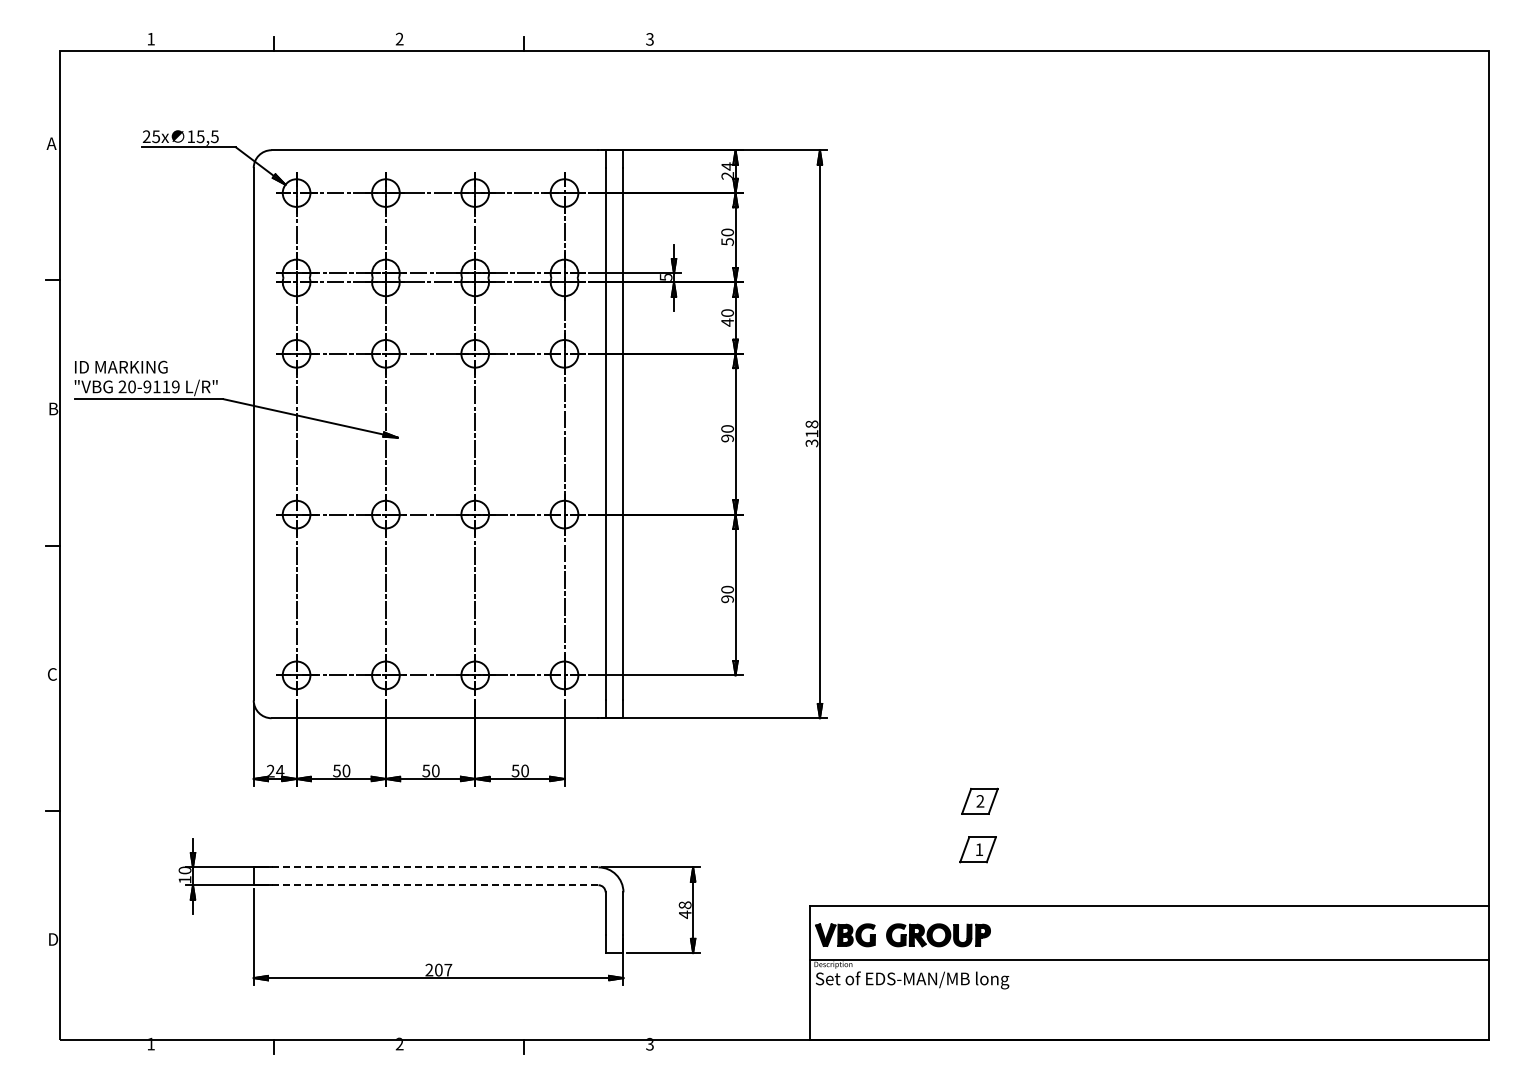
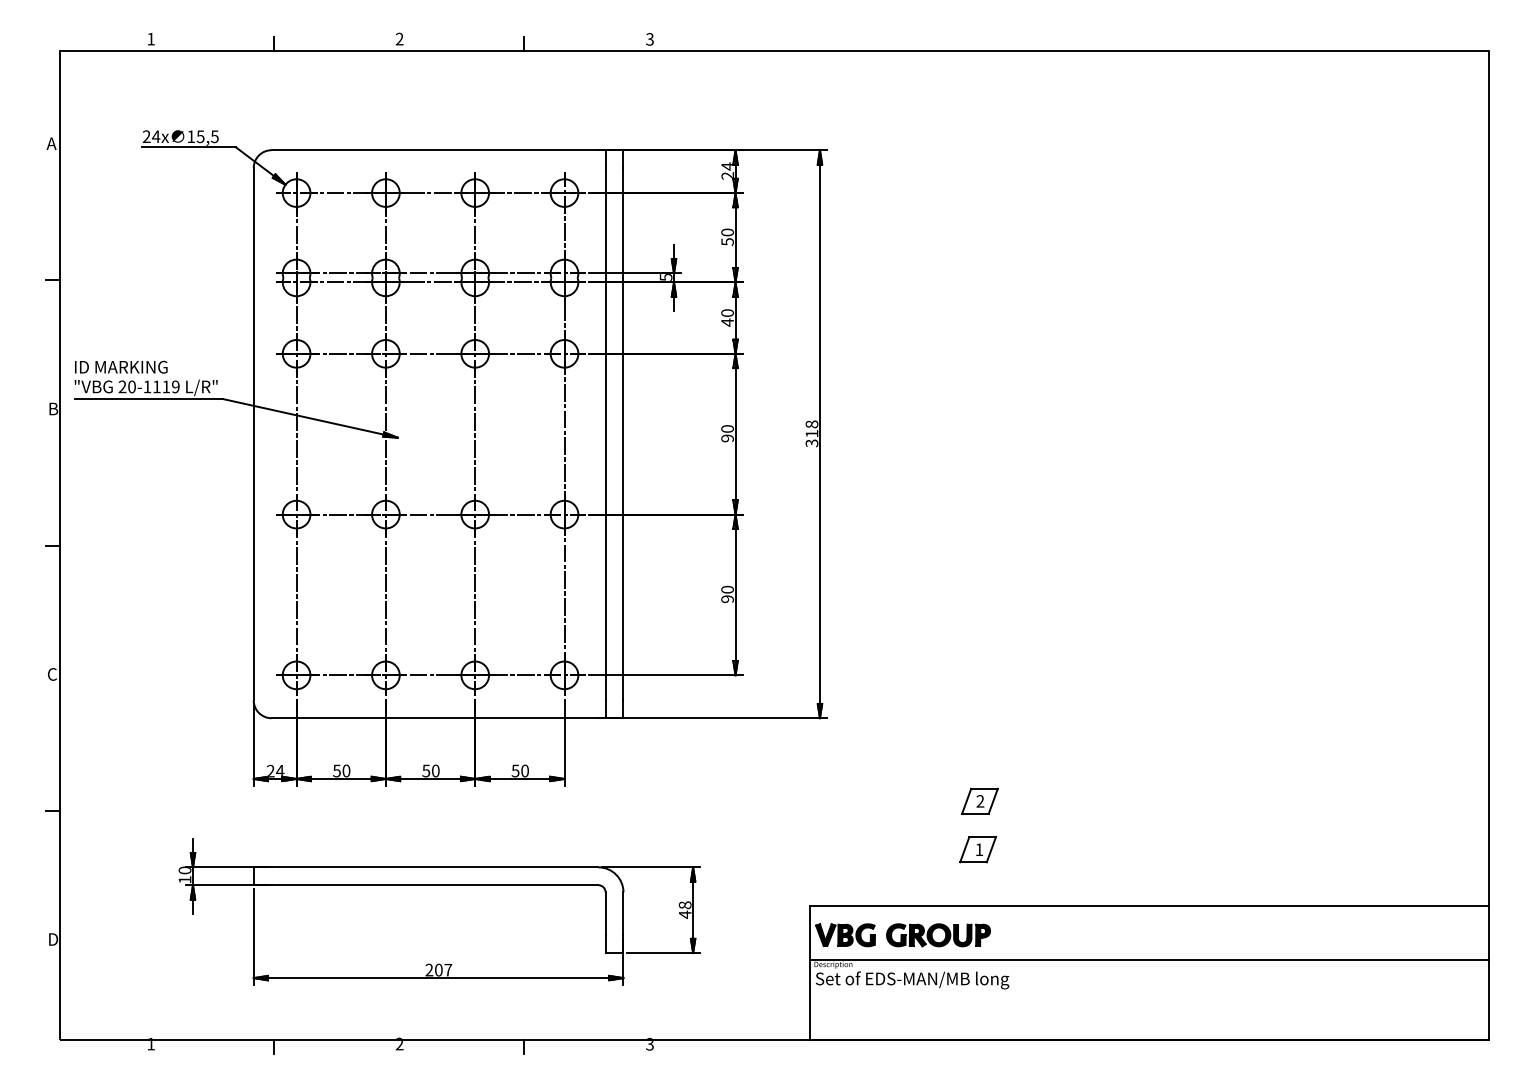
text at (156, 136): 25x -> 24x
text at (147, 386): 20-9119 -> 20-1119
line at (434, 867): dashed -> solid
line at (435, 885): dashed -> solid
